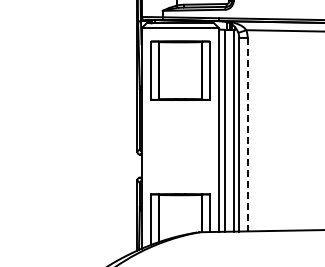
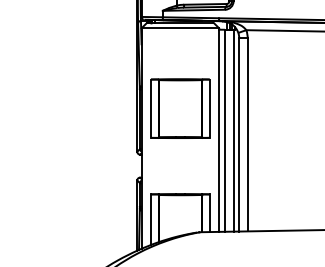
part at (180, 70) position: (180, 70) -> (180, 108)
line at (247, 135): dashed -> solid
